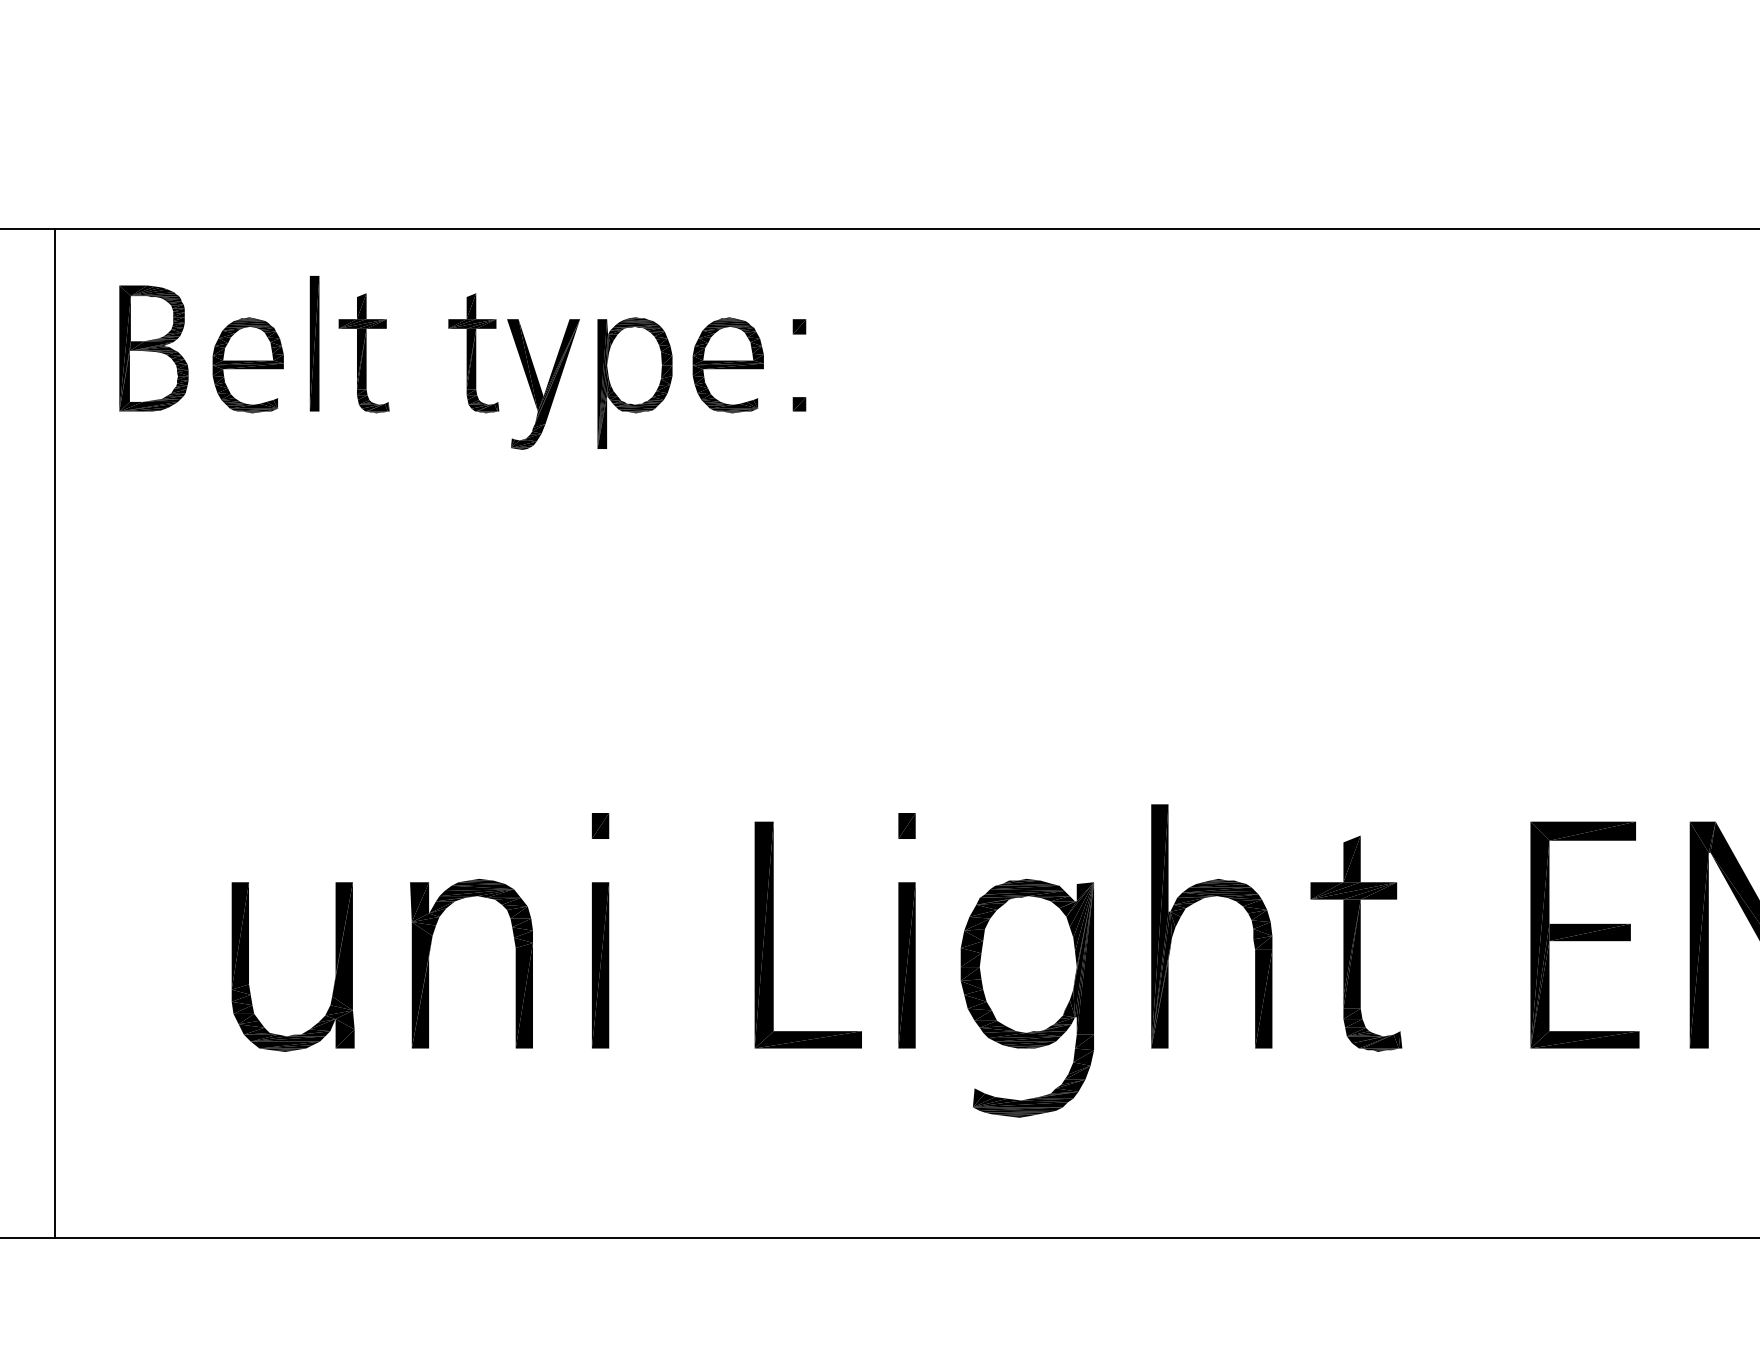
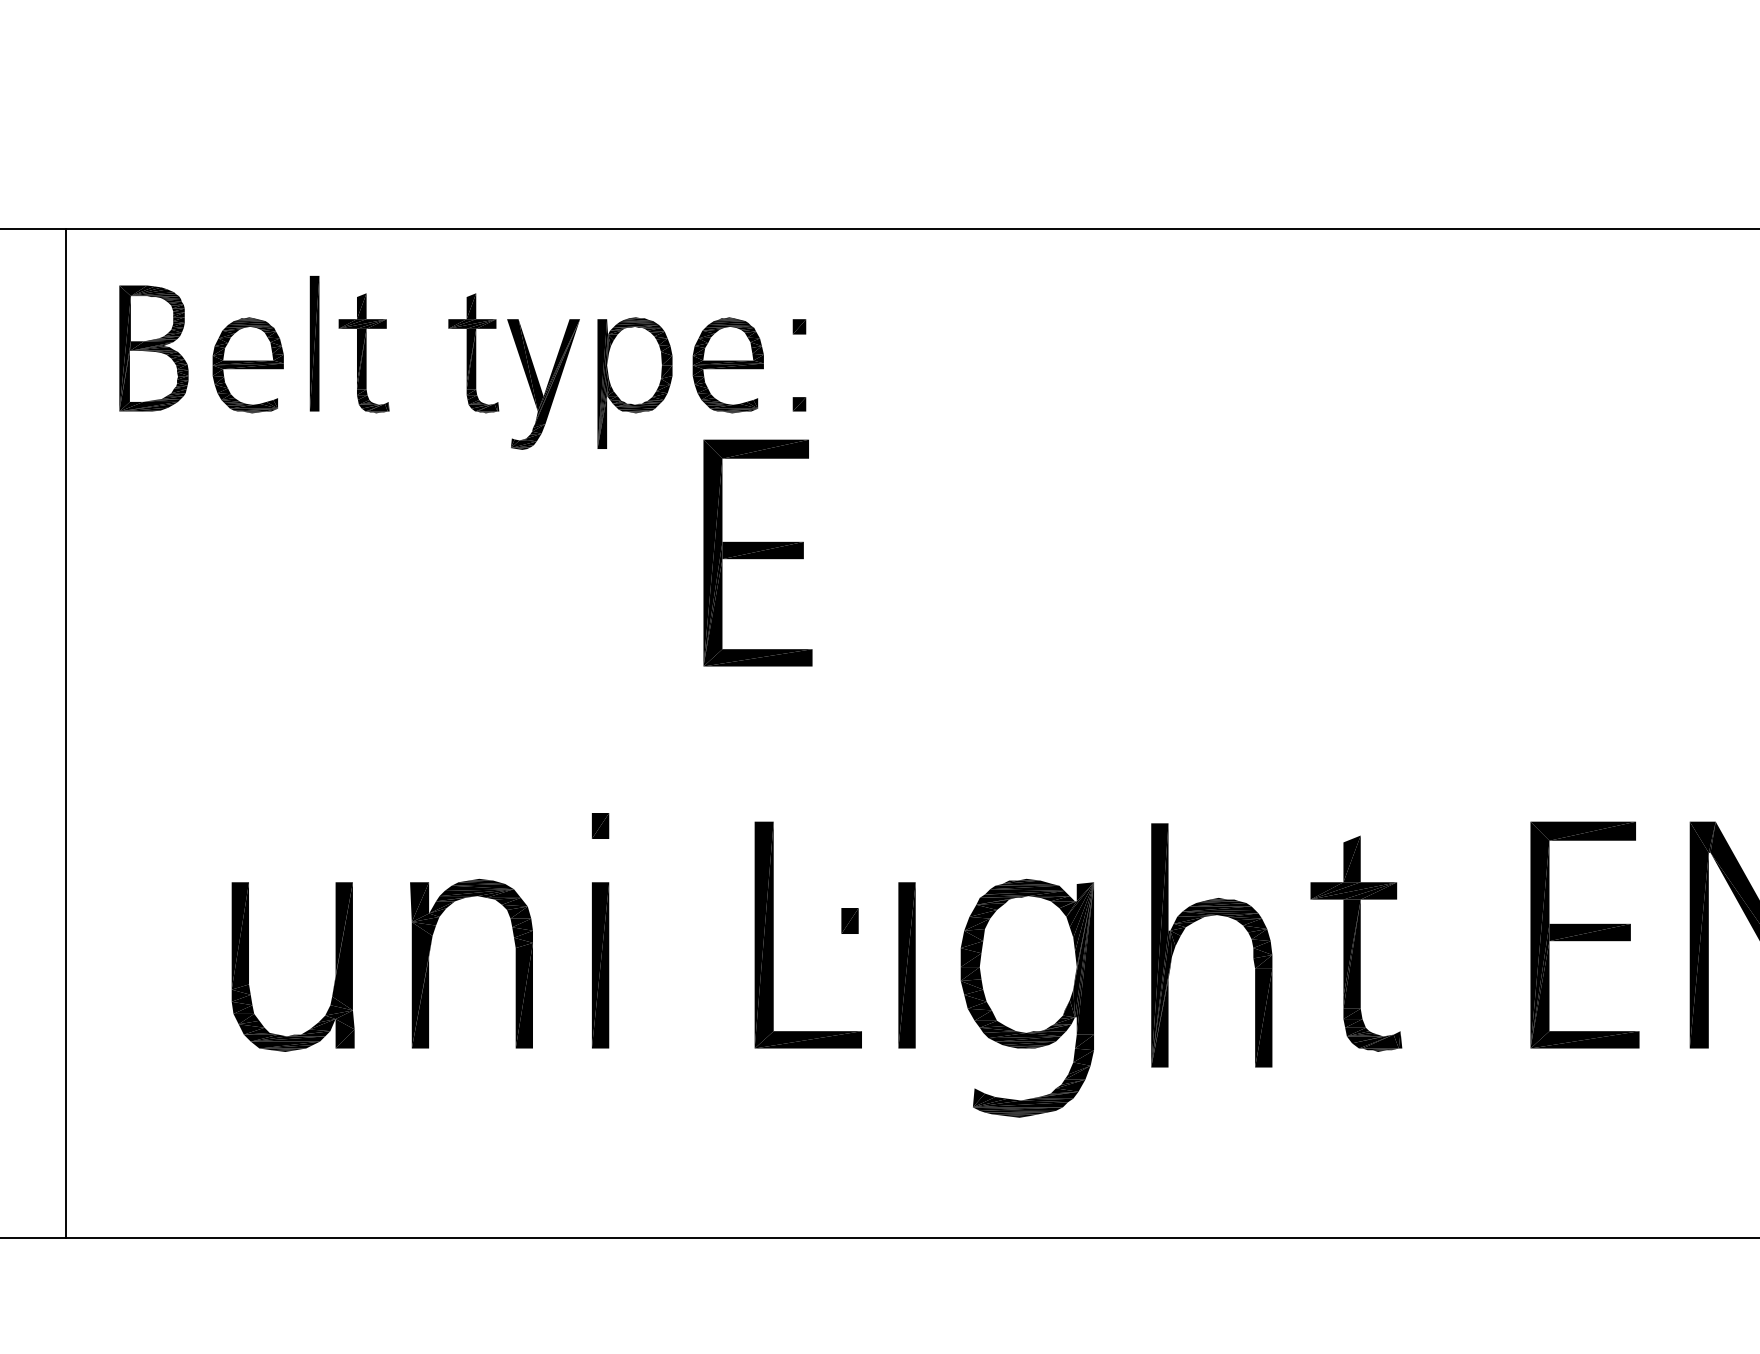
part at (757, 552): none -> present
line at (54, 733) position: (54, 733) -> (65, 733)
part at (906, 825) position: (906, 825) -> (849, 920)
part at (1198, 901) position: (1198, 901) -> (1198, 920)
